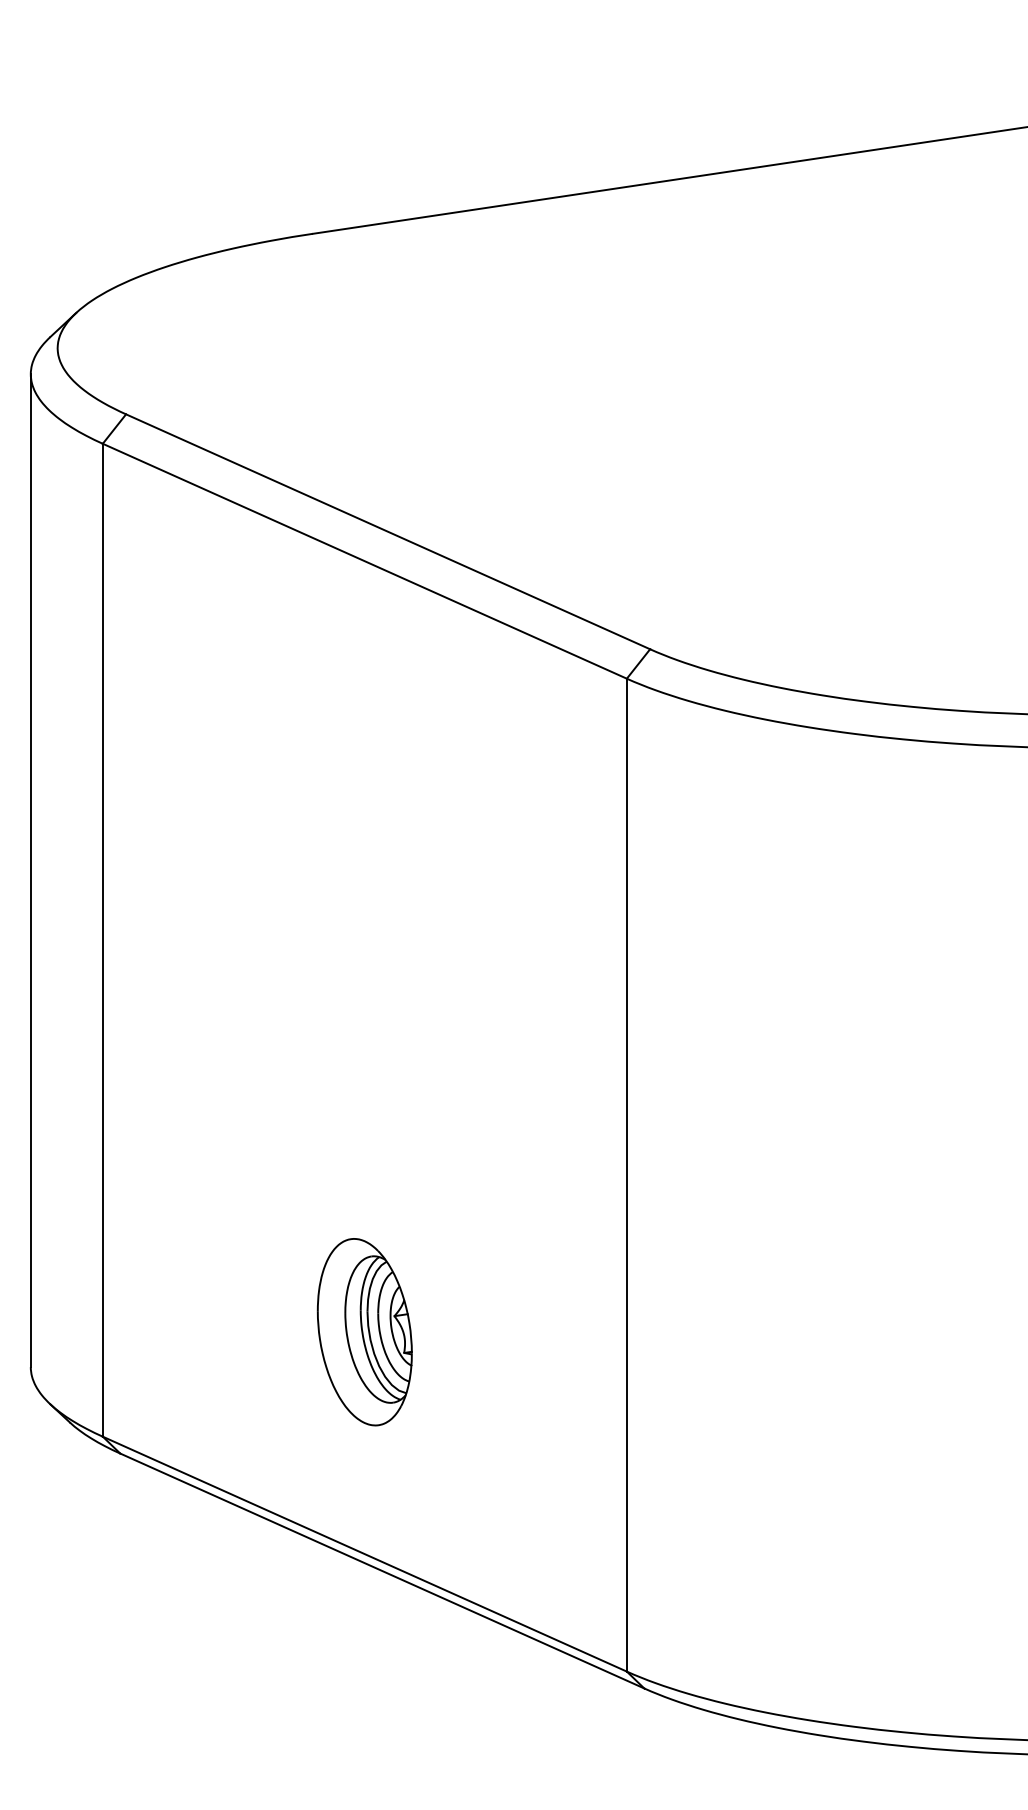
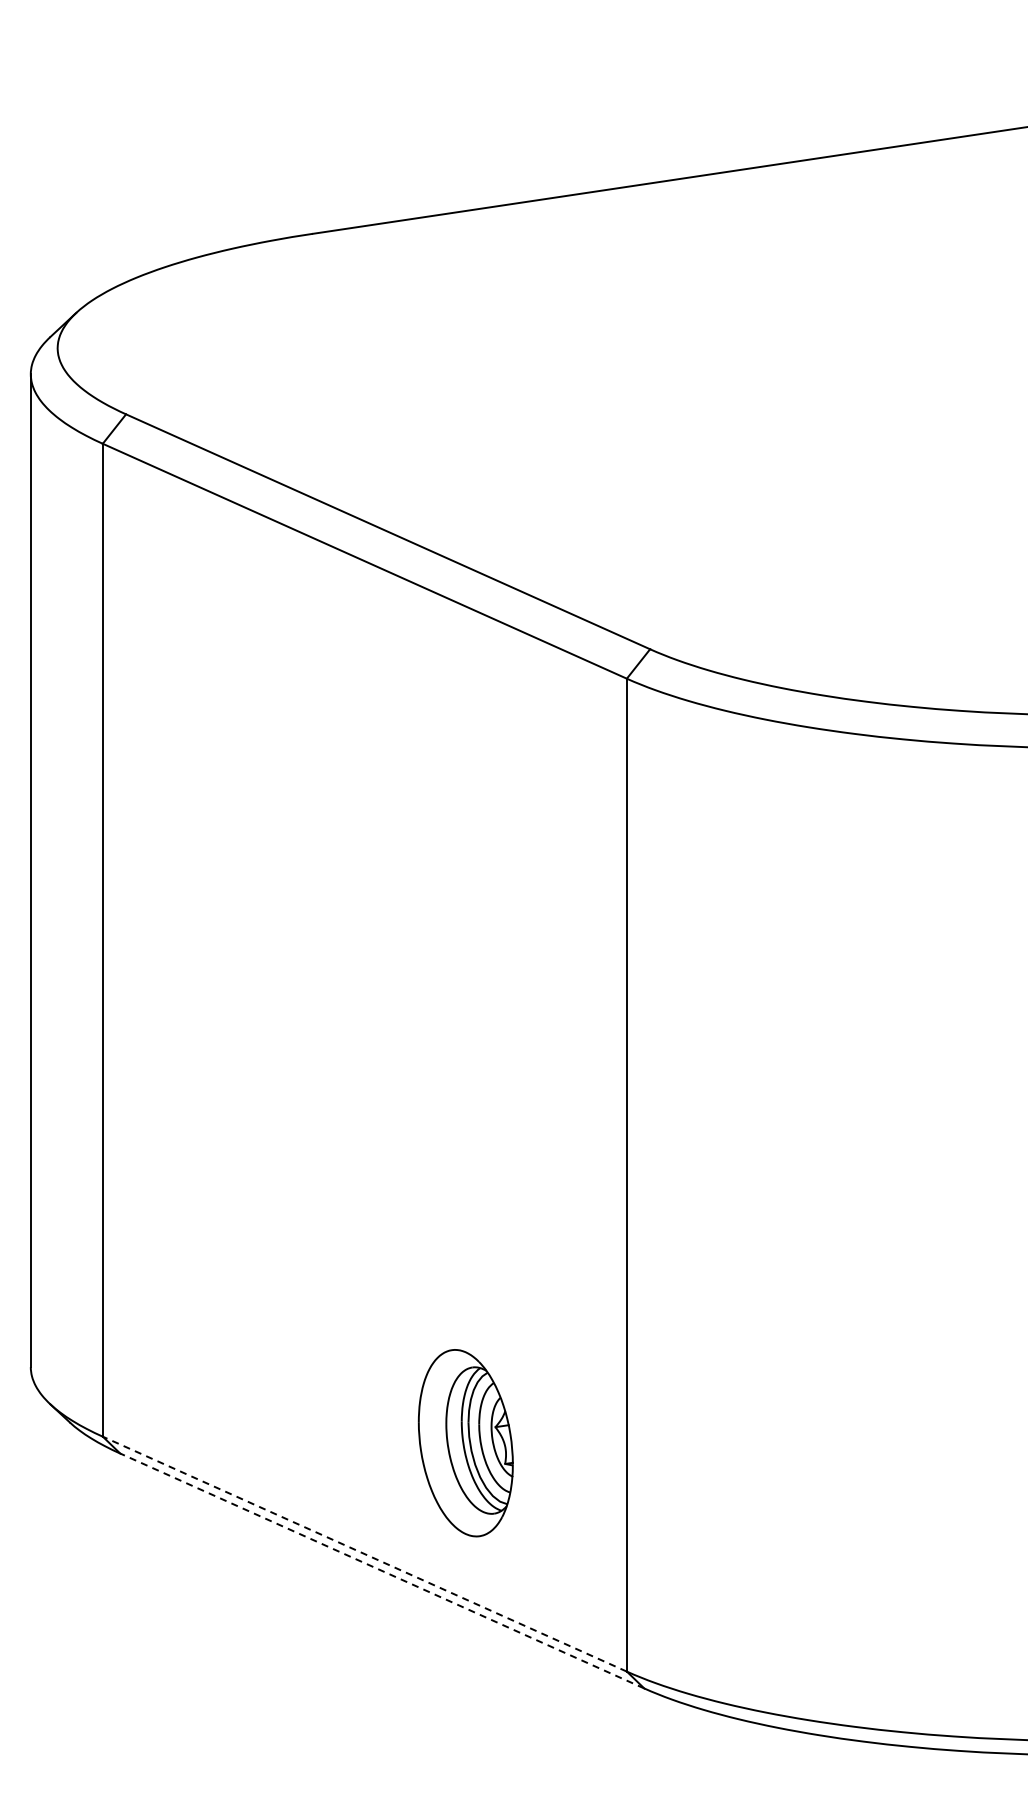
part at (364, 1332) position: (364, 1332) -> (465, 1443)
line at (364, 1553): solid -> dashed
line at (381, 1570): solid -> dashed
